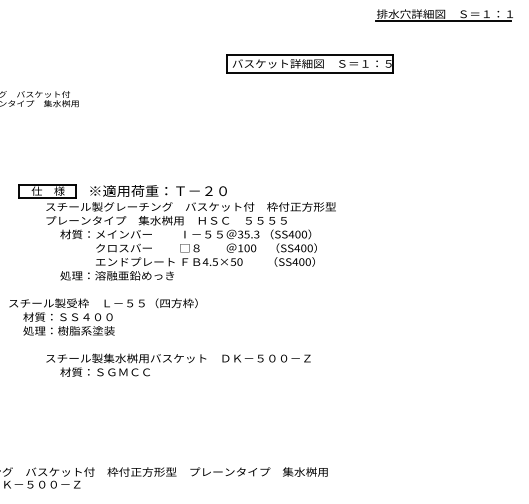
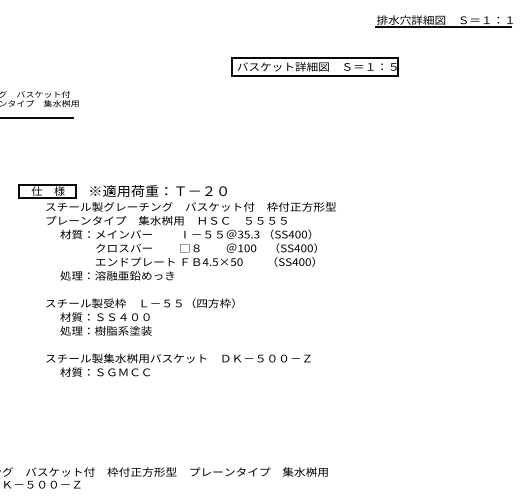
part at (443, 15) position: (443, 15) -> (443, 21)
part at (309, 63) position: (309, 63) -> (314, 66)
line at (37, 117): none -> present
text at (103, 316) position: (103, 316) -> (140, 316)
